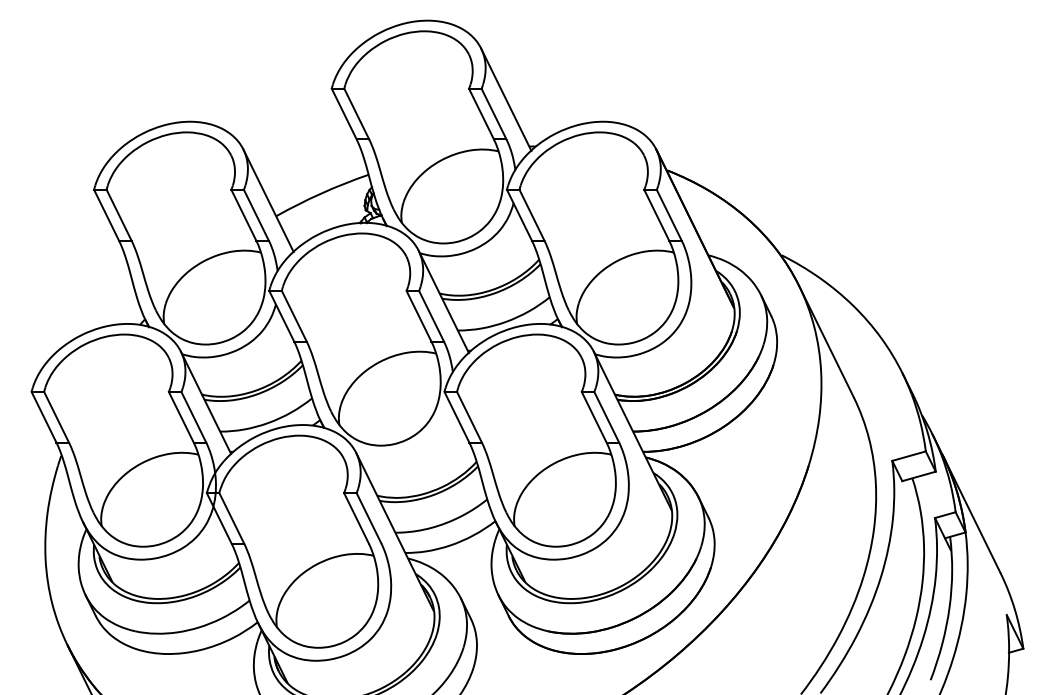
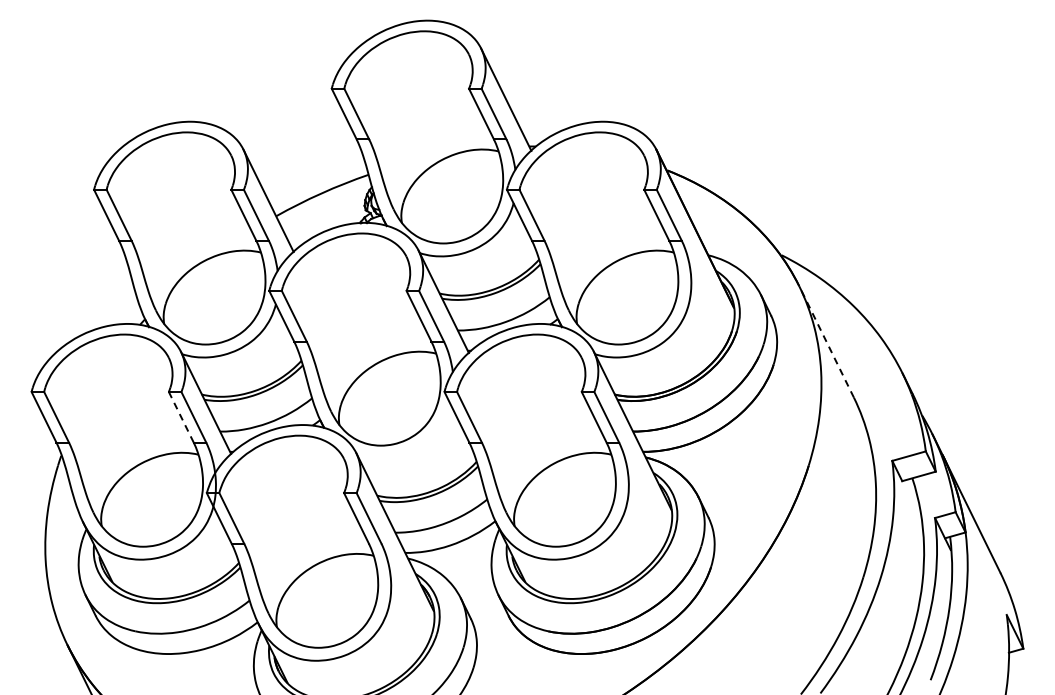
line at (826, 341): solid -> dashed
line at (181, 416): solid -> dashed
